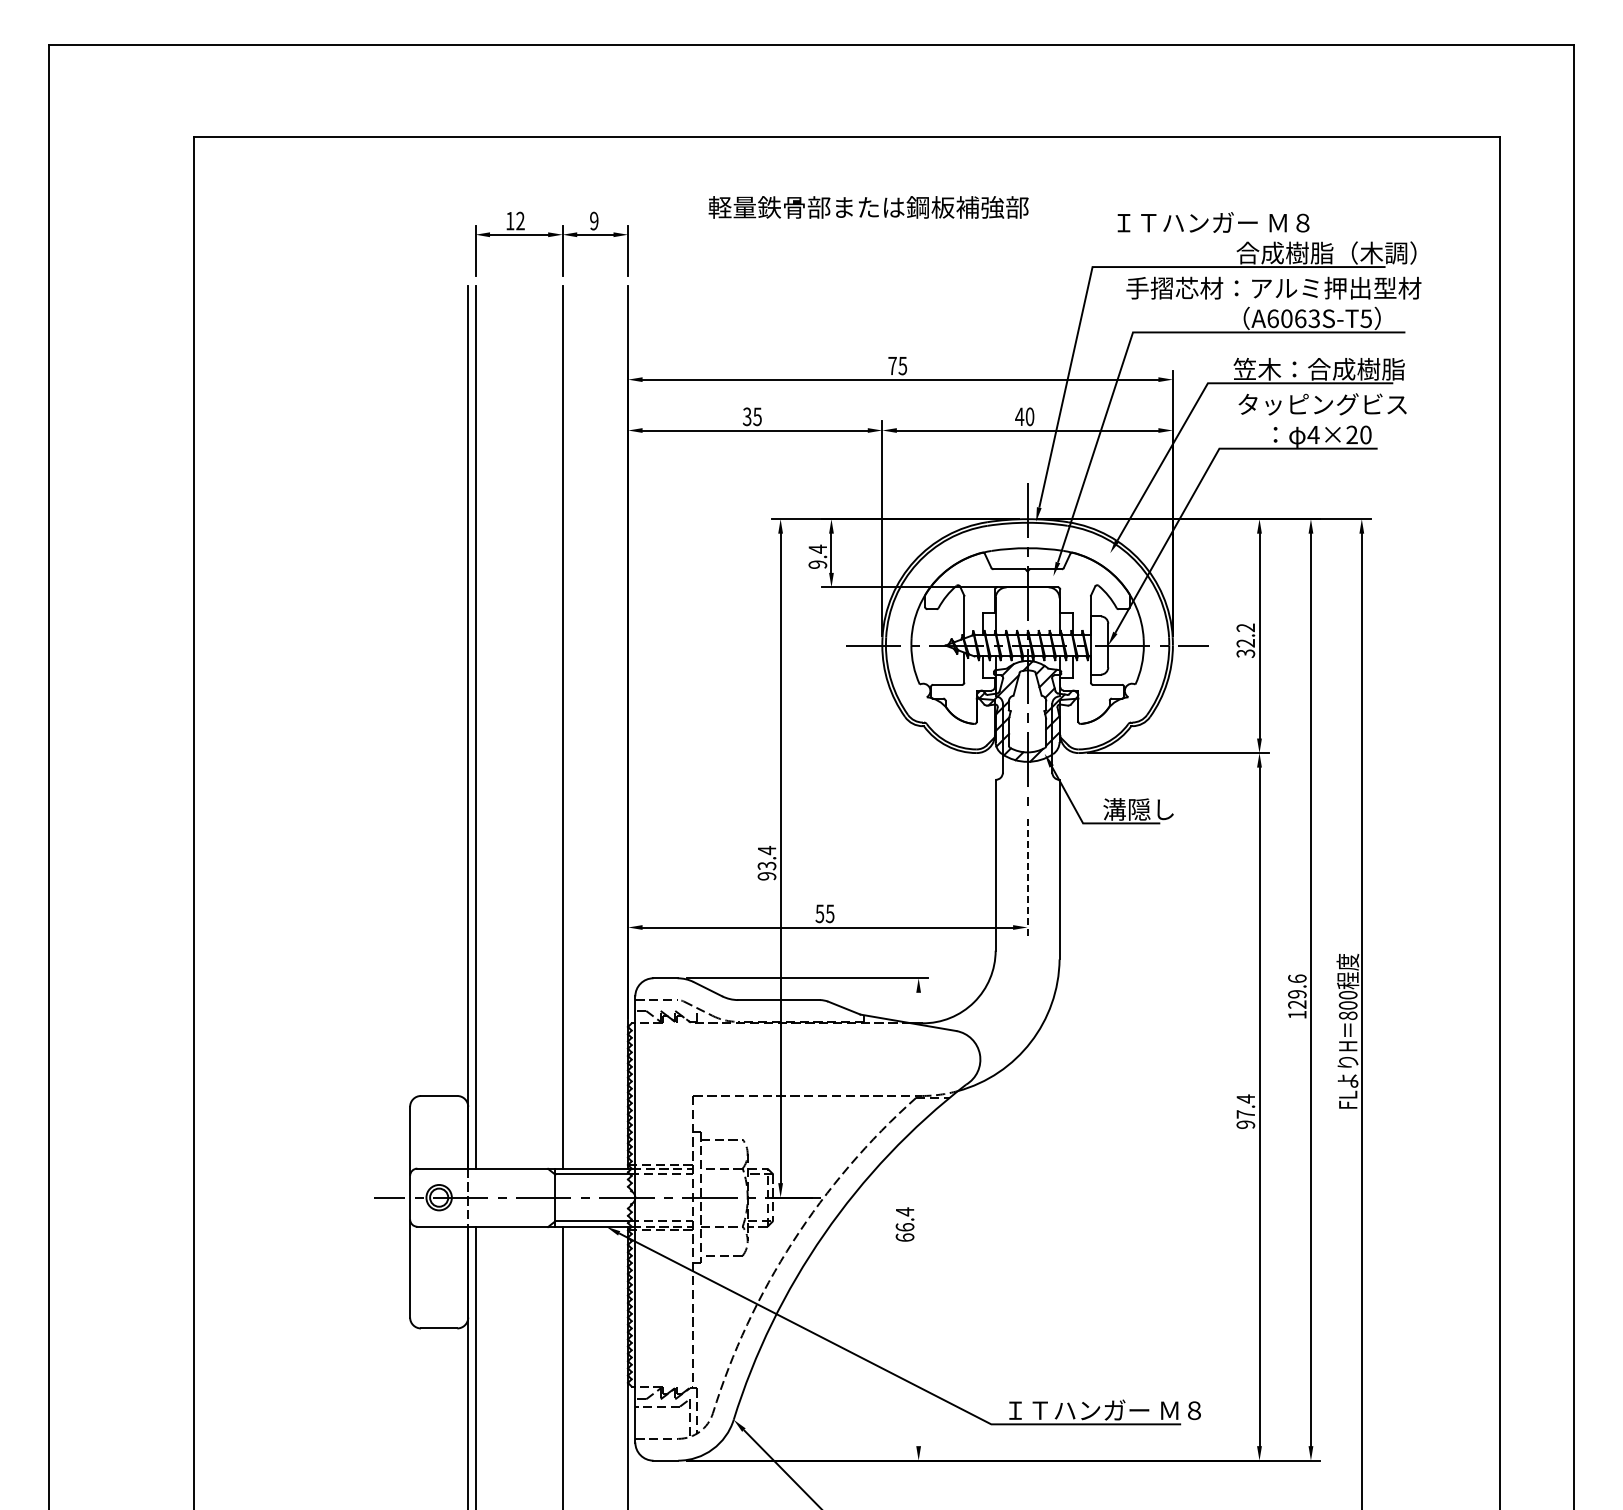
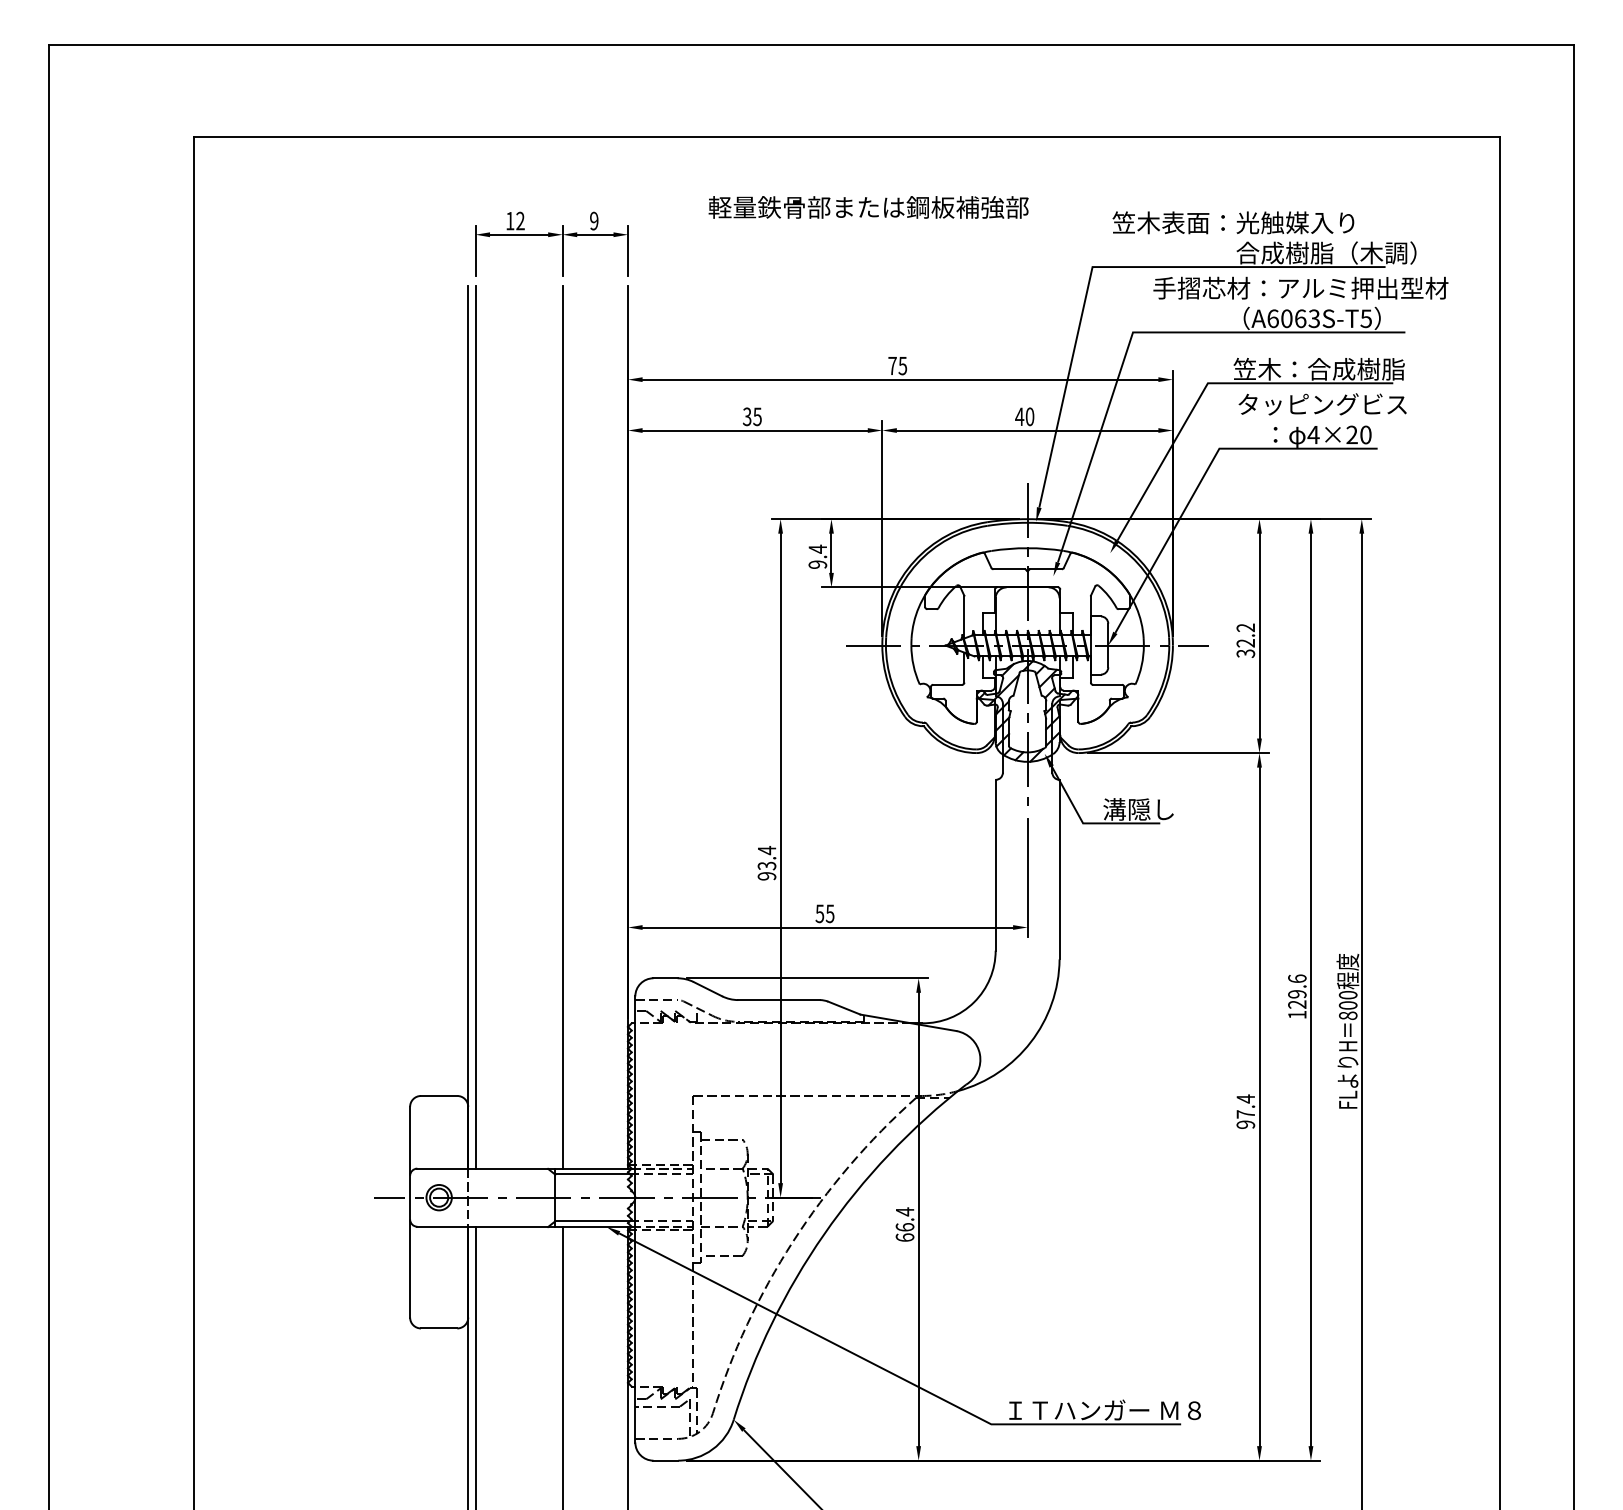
text at (1233, 222): ＩＴハンガー Ｍ８ -> 笠木表面：光触媒入り
text at (1273, 287) position: (1273, 287) -> (1300, 287)
line at (1027, 877): dashed -> solid
line at (918, 1219): none -> present
